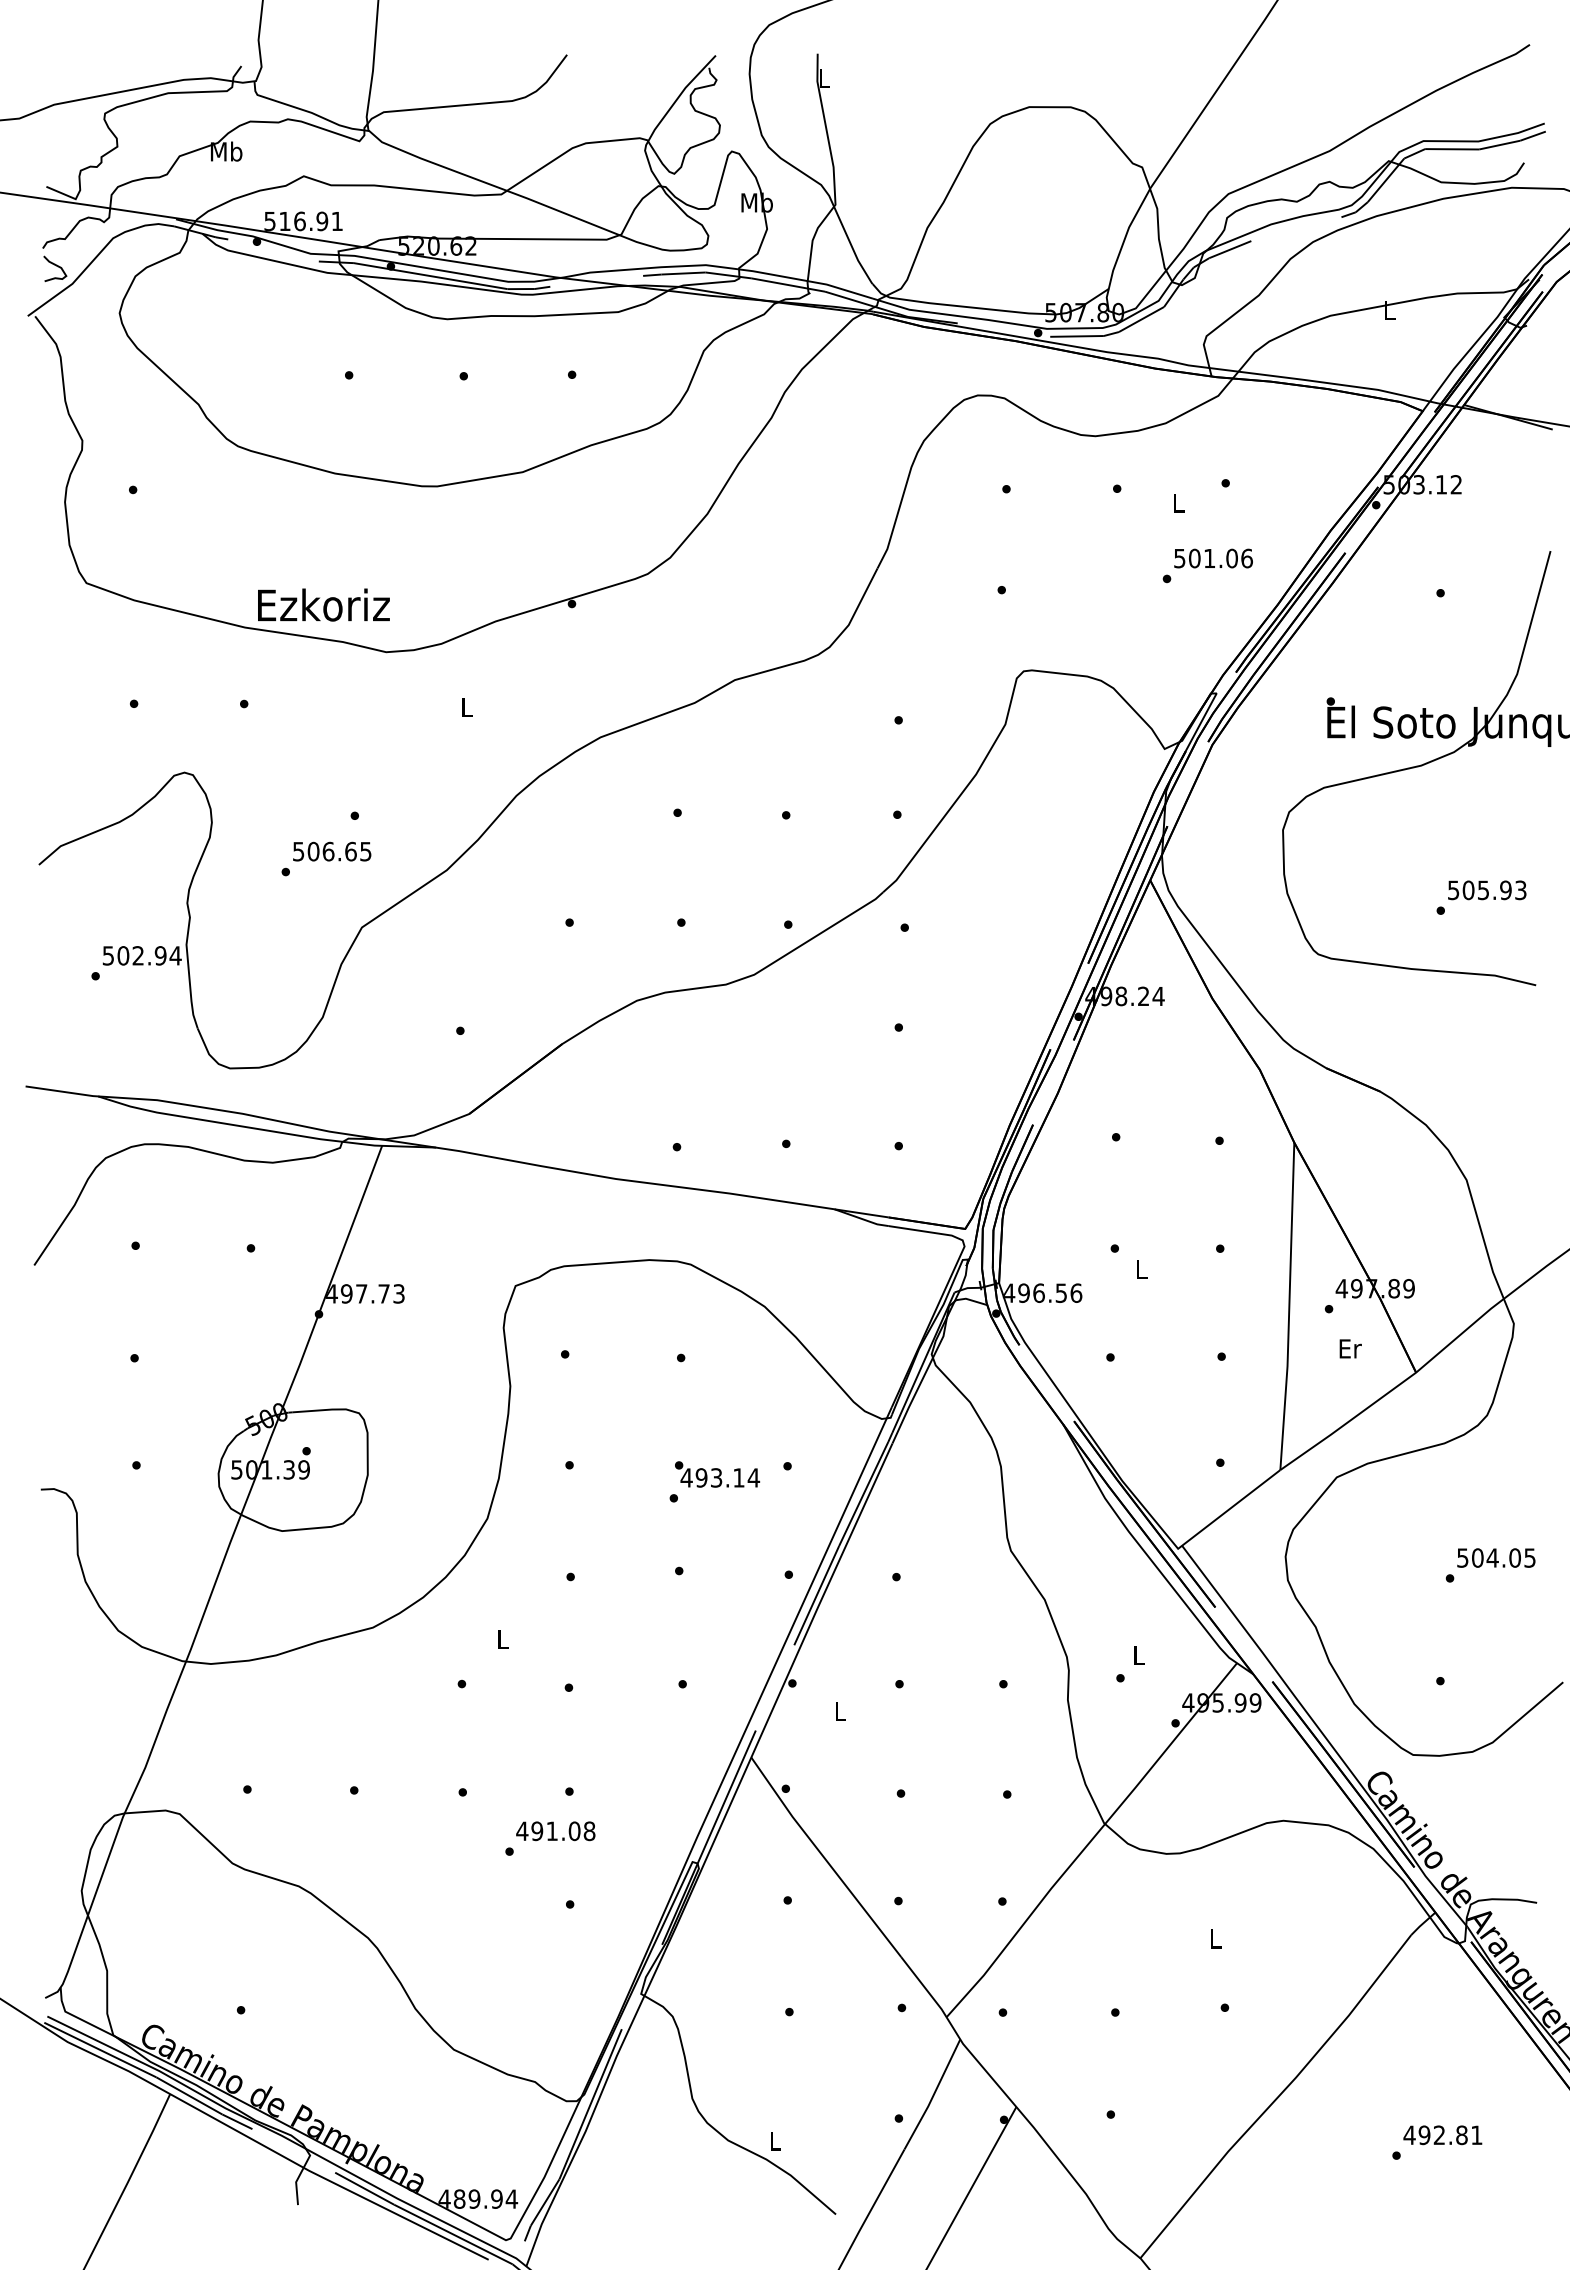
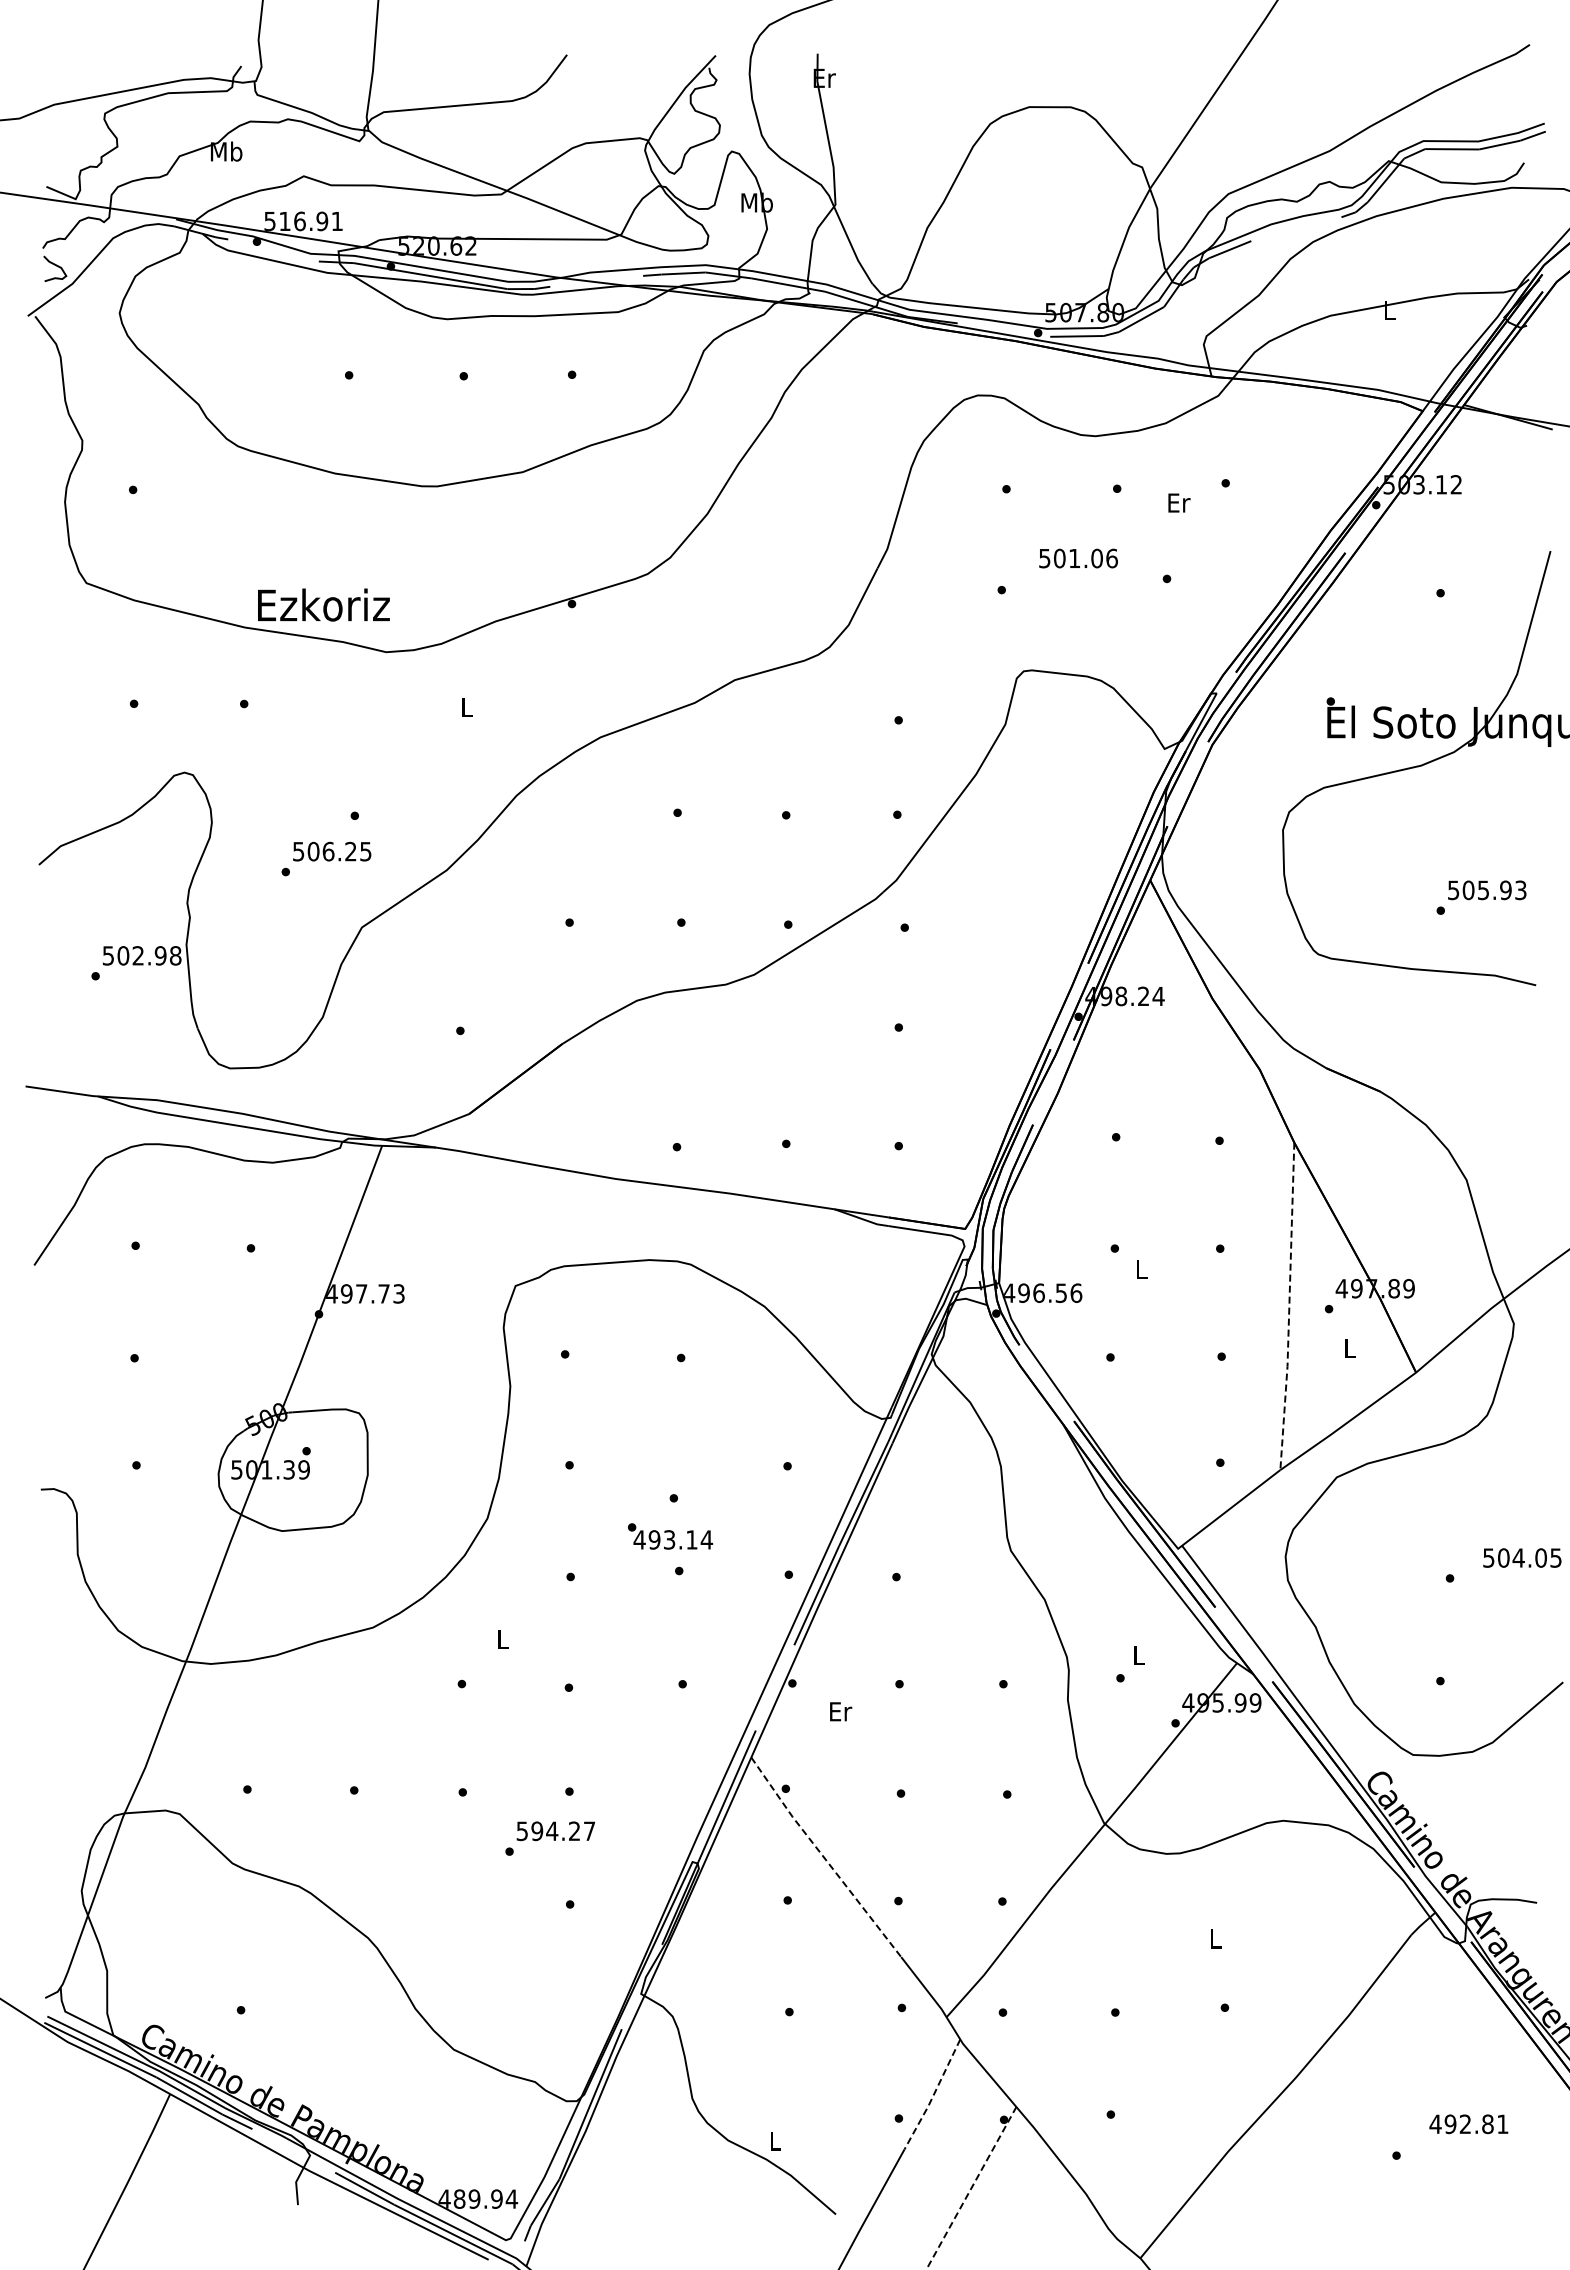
text at (824, 77): L -> Er
text at (1179, 502): L -> Er
text at (1213, 558) position: (1213, 558) -> (1078, 558)
text at (350, 851): 506.65 -> 506.25
text at (175, 955): 502.94 -> 502.98
line at (1289, 1307): solid -> dashed
text at (1350, 1348): Er -> L
text at (717, 1474) position: (717, 1474) -> (670, 1536)
text at (1496, 1557) position: (1496, 1557) -> (1522, 1557)
text at (841, 1711): L -> Er
text at (555, 1831): 491.08 -> 594.27
line at (824, 1857): solid -> dashed
line at (933, 2095): solid -> dashed
text at (1442, 2135) position: (1442, 2135) -> (1468, 2124)
line at (971, 2188): solid -> dashed
